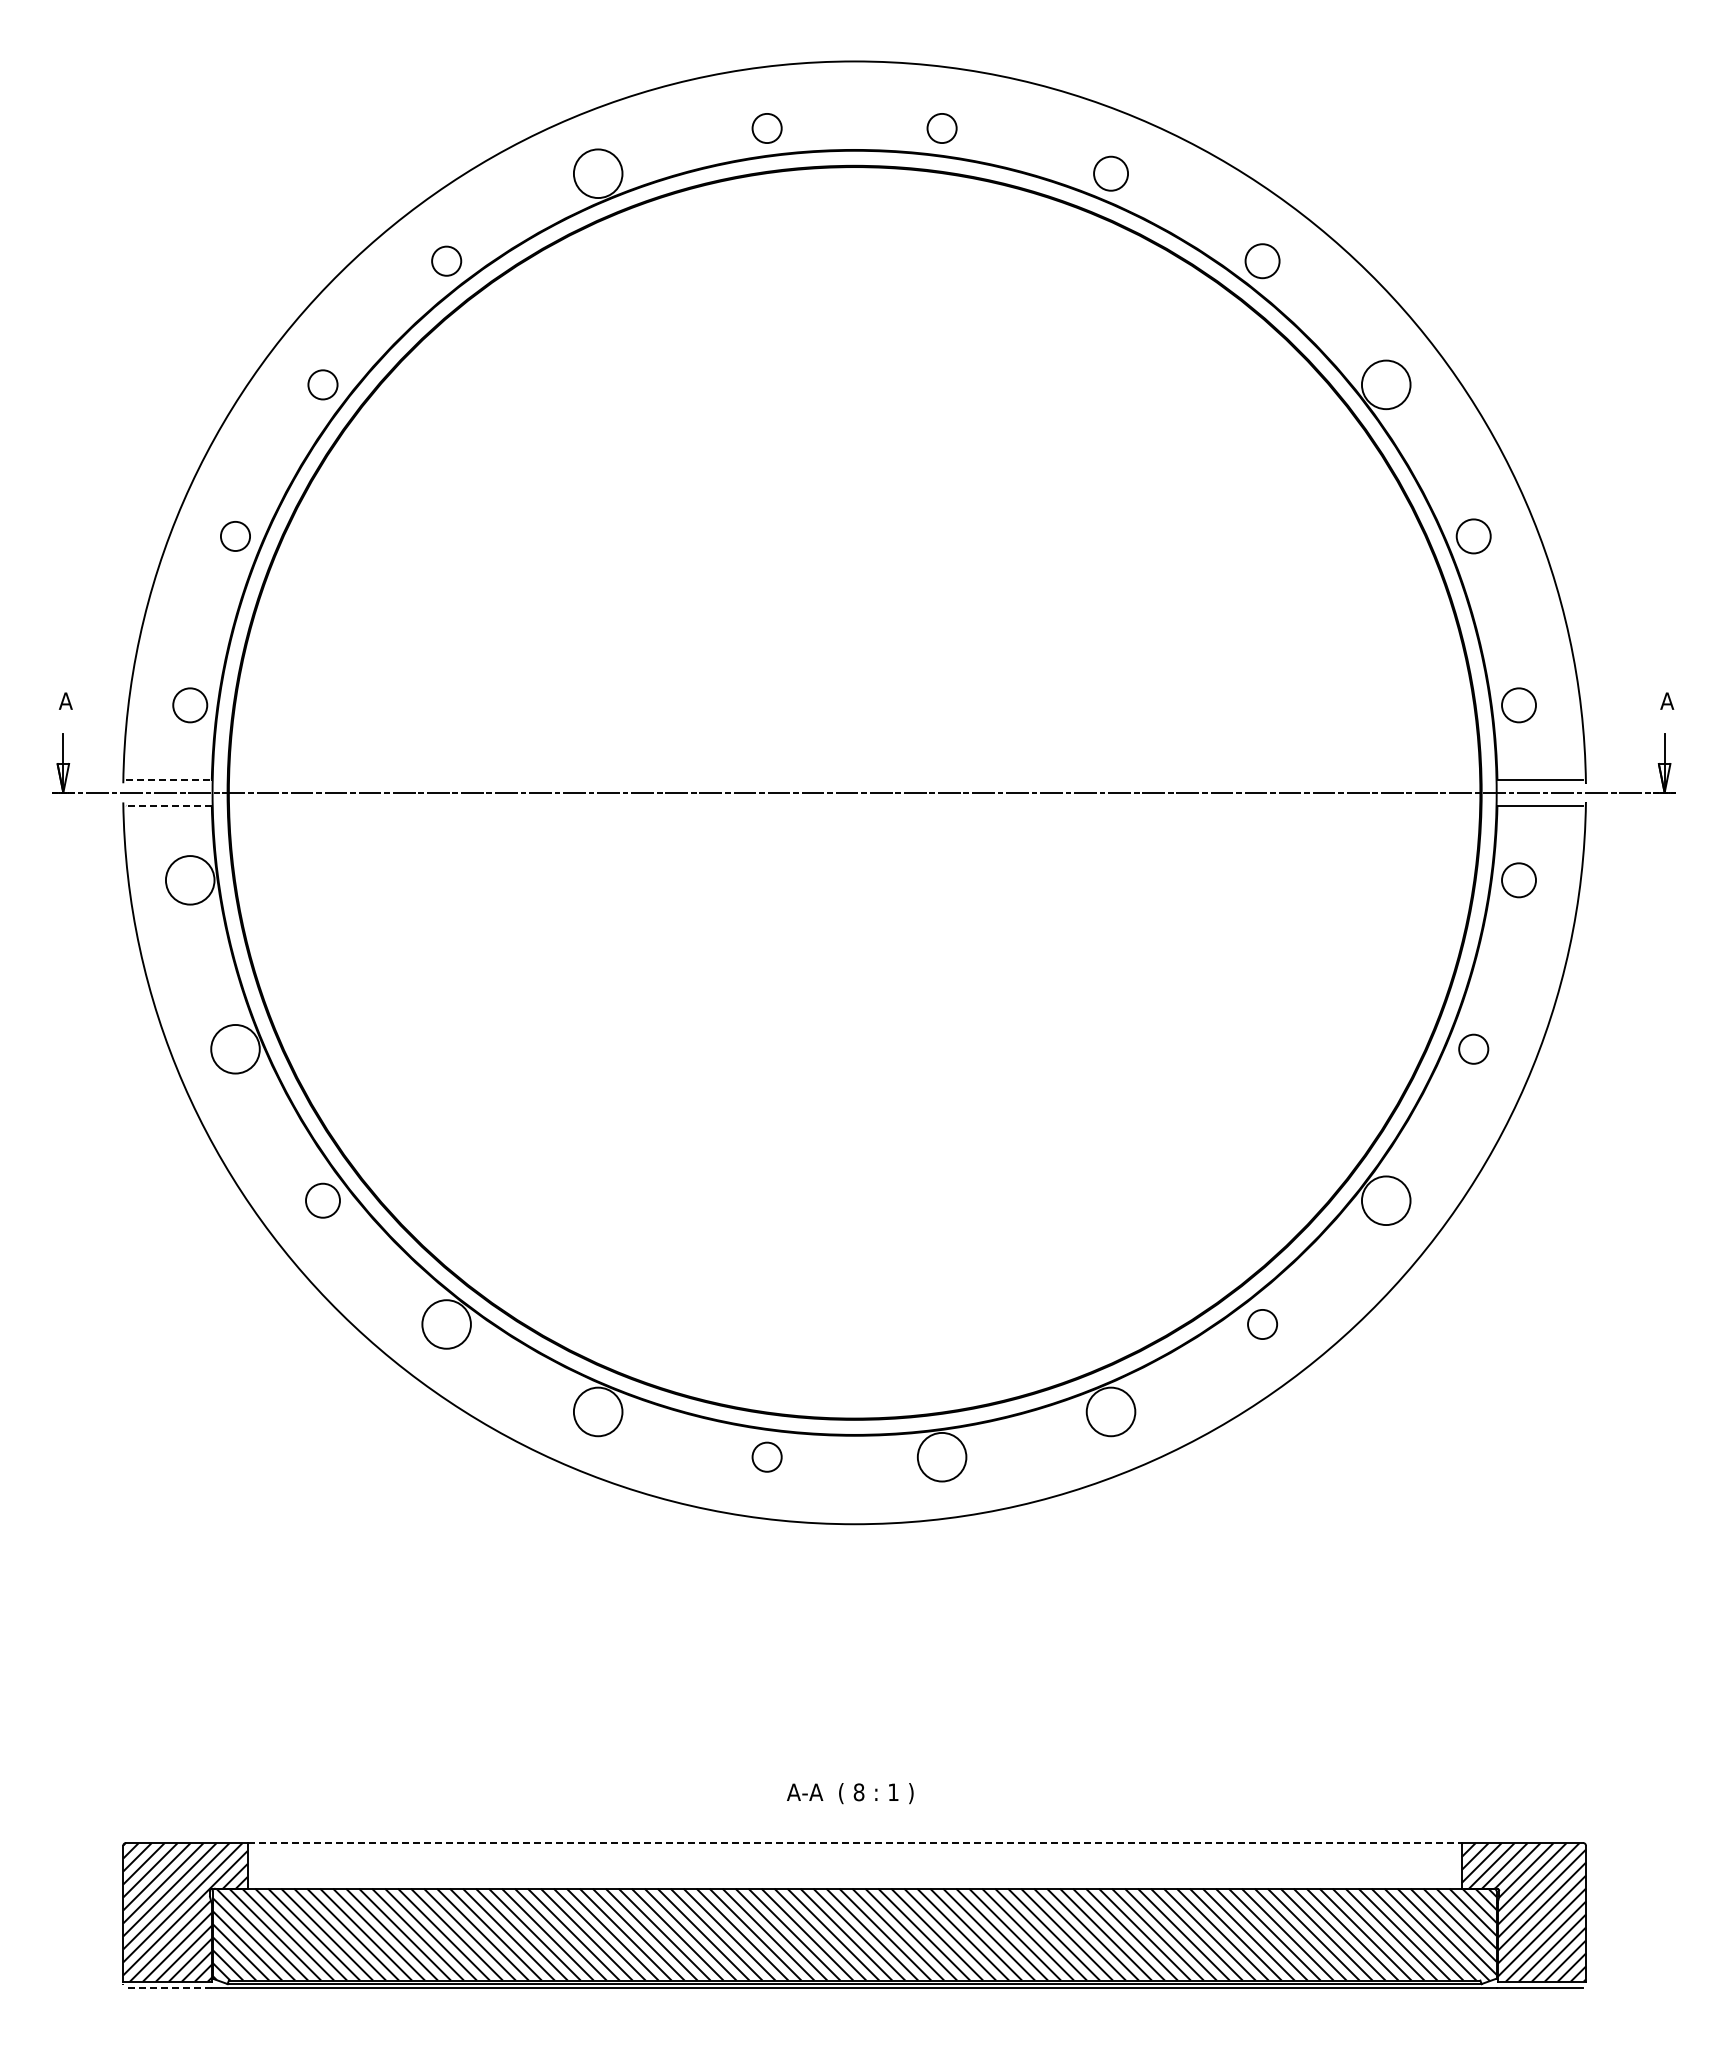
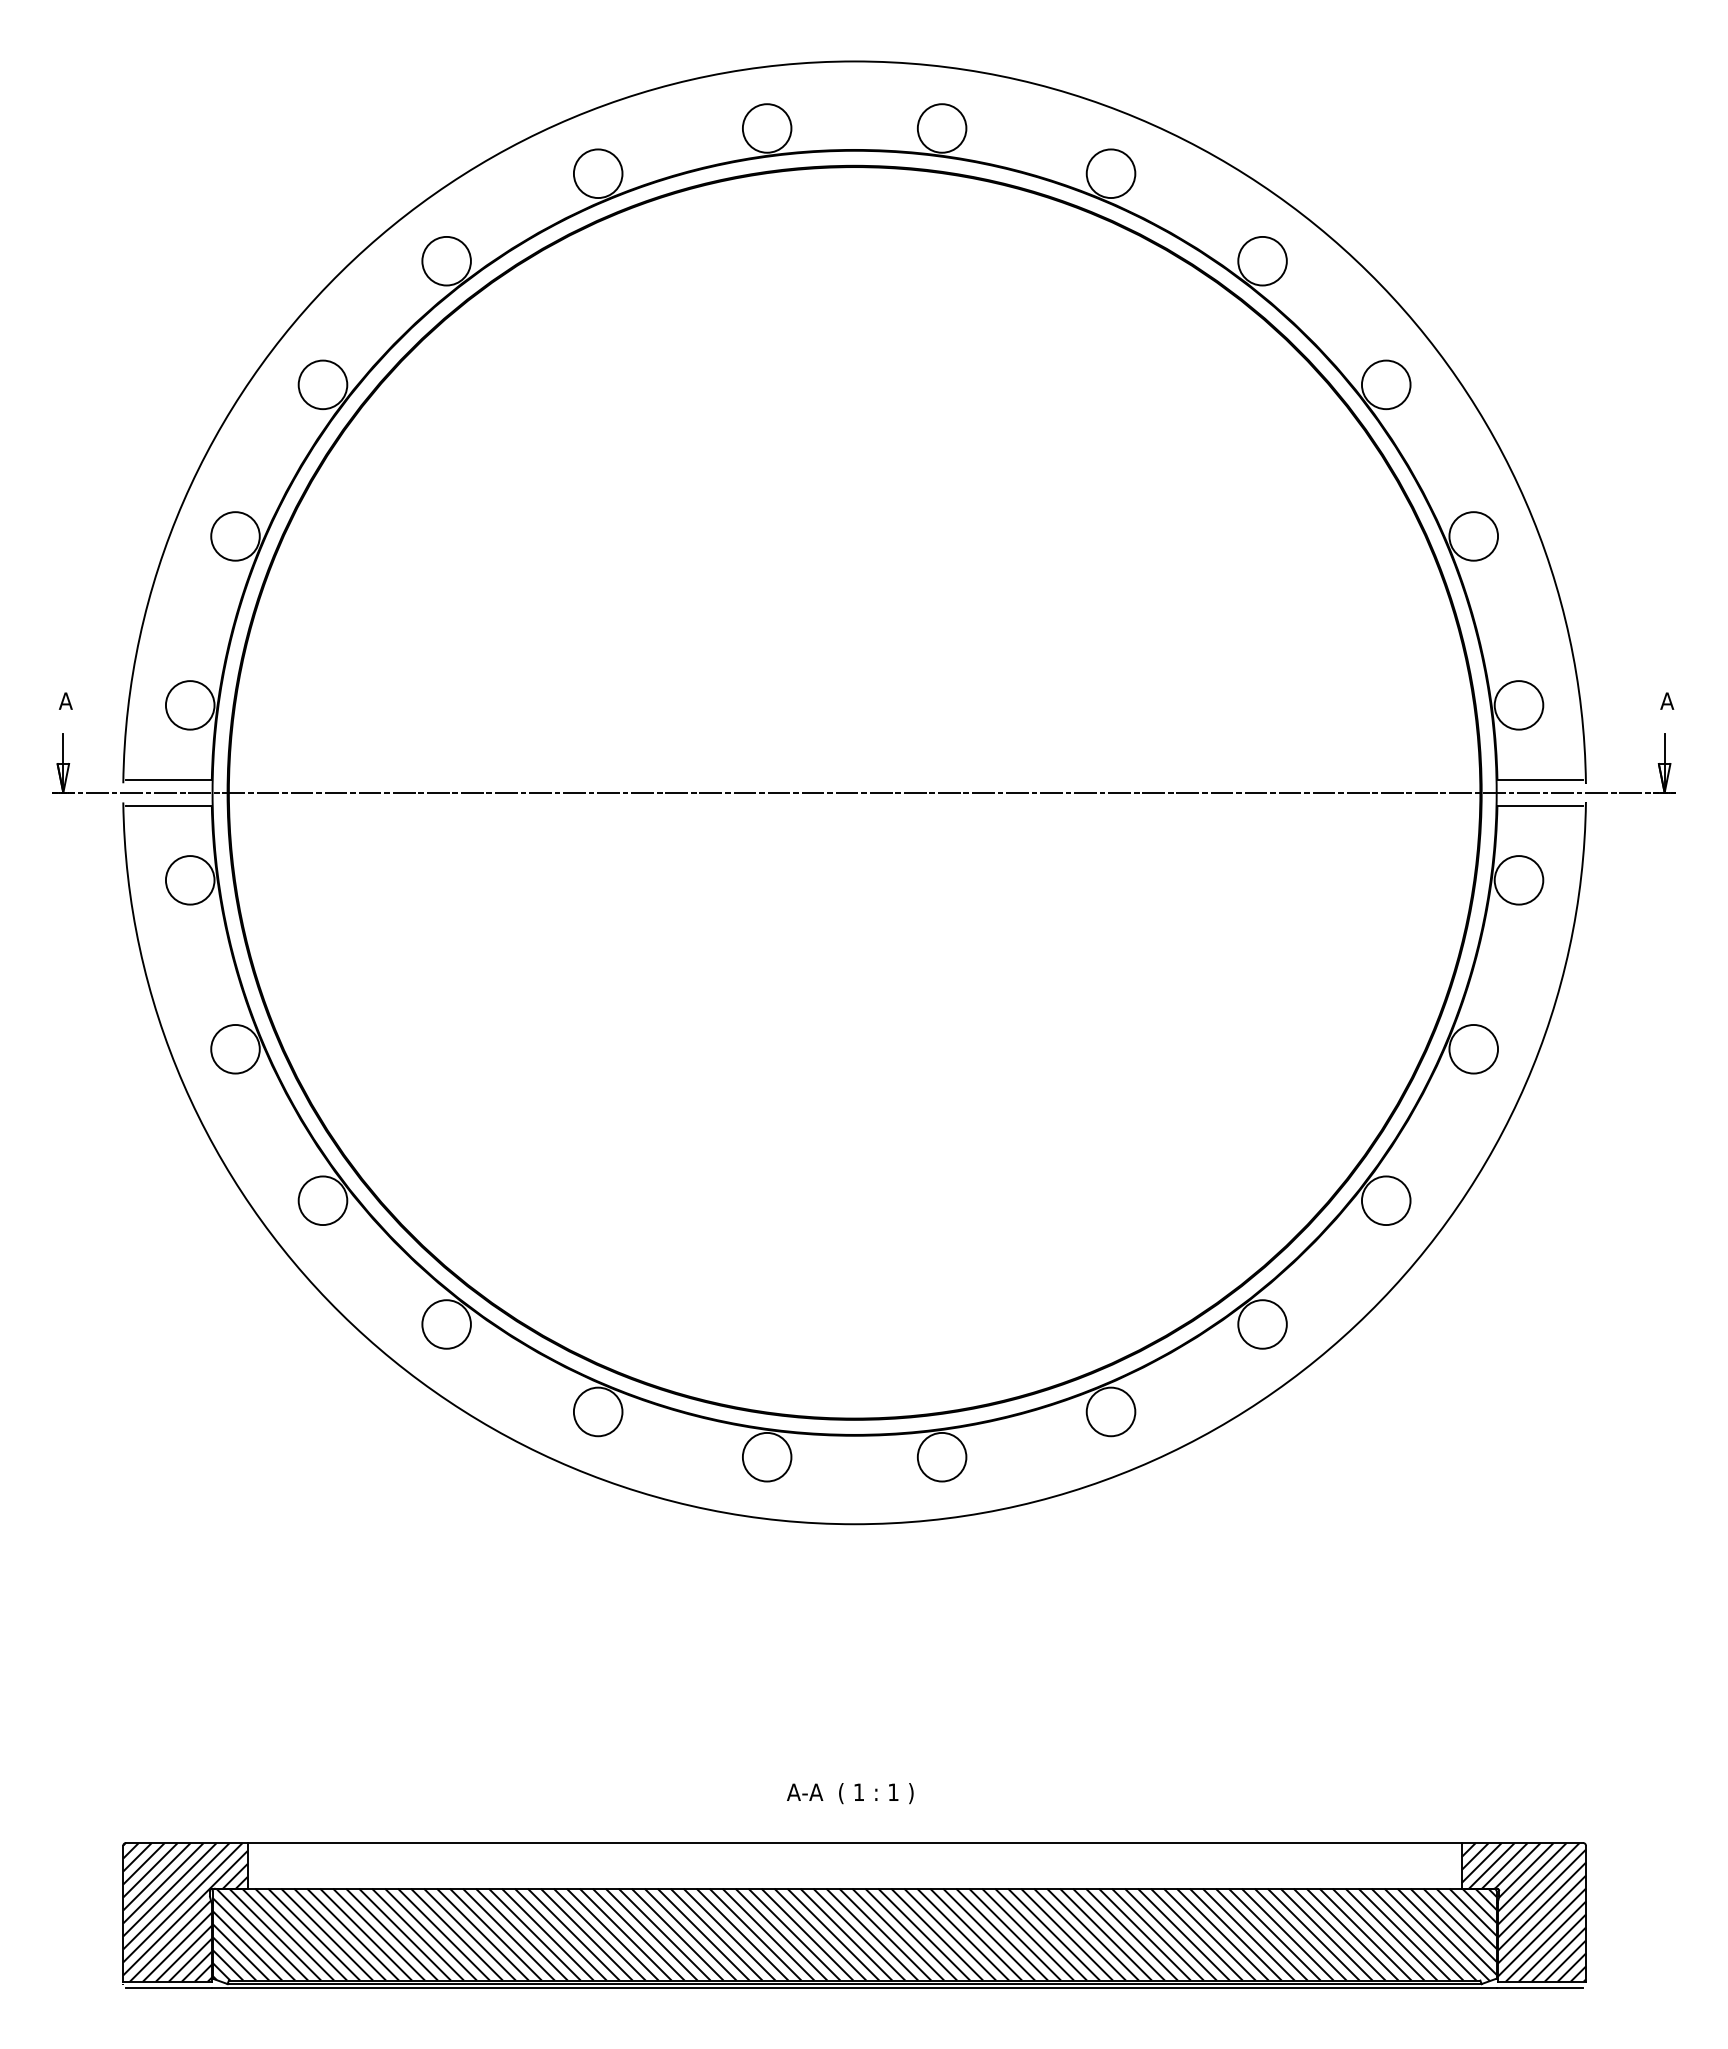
circle at (766, 128) diameter: 29 px -> 49 px
circle at (941, 128) diameter: 29 px -> 49 px
circle at (1111, 173) diameter: 34 px -> 49 px
circle at (446, 260) diameter: 29 px -> 49 px
circle at (1262, 261) diameter: 34 px -> 49 px
circle at (322, 384) diameter: 29 px -> 49 px
circle at (235, 536) diameter: 29 px -> 49 px
circle at (1473, 536) diameter: 34 px -> 49 px
circle at (190, 705) diameter: 34 px -> 49 px
circle at (1519, 705) diameter: 34 px -> 49 px
line at (169, 779): dashed -> solid
line at (169, 805): dashed -> solid
circle at (1519, 880) diameter: 34 px -> 49 px
circle at (1473, 1048) diameter: 29 px -> 49 px
circle at (323, 1200) diameter: 34 px -> 49 px
circle at (1262, 1324) diameter: 29 px -> 49 px
circle at (766, 1456) diameter: 29 px -> 49 px
text at (858, 1792): 8 -> 1
line at (855, 1842): dashed -> solid
line at (169, 1987): dashed -> solid
